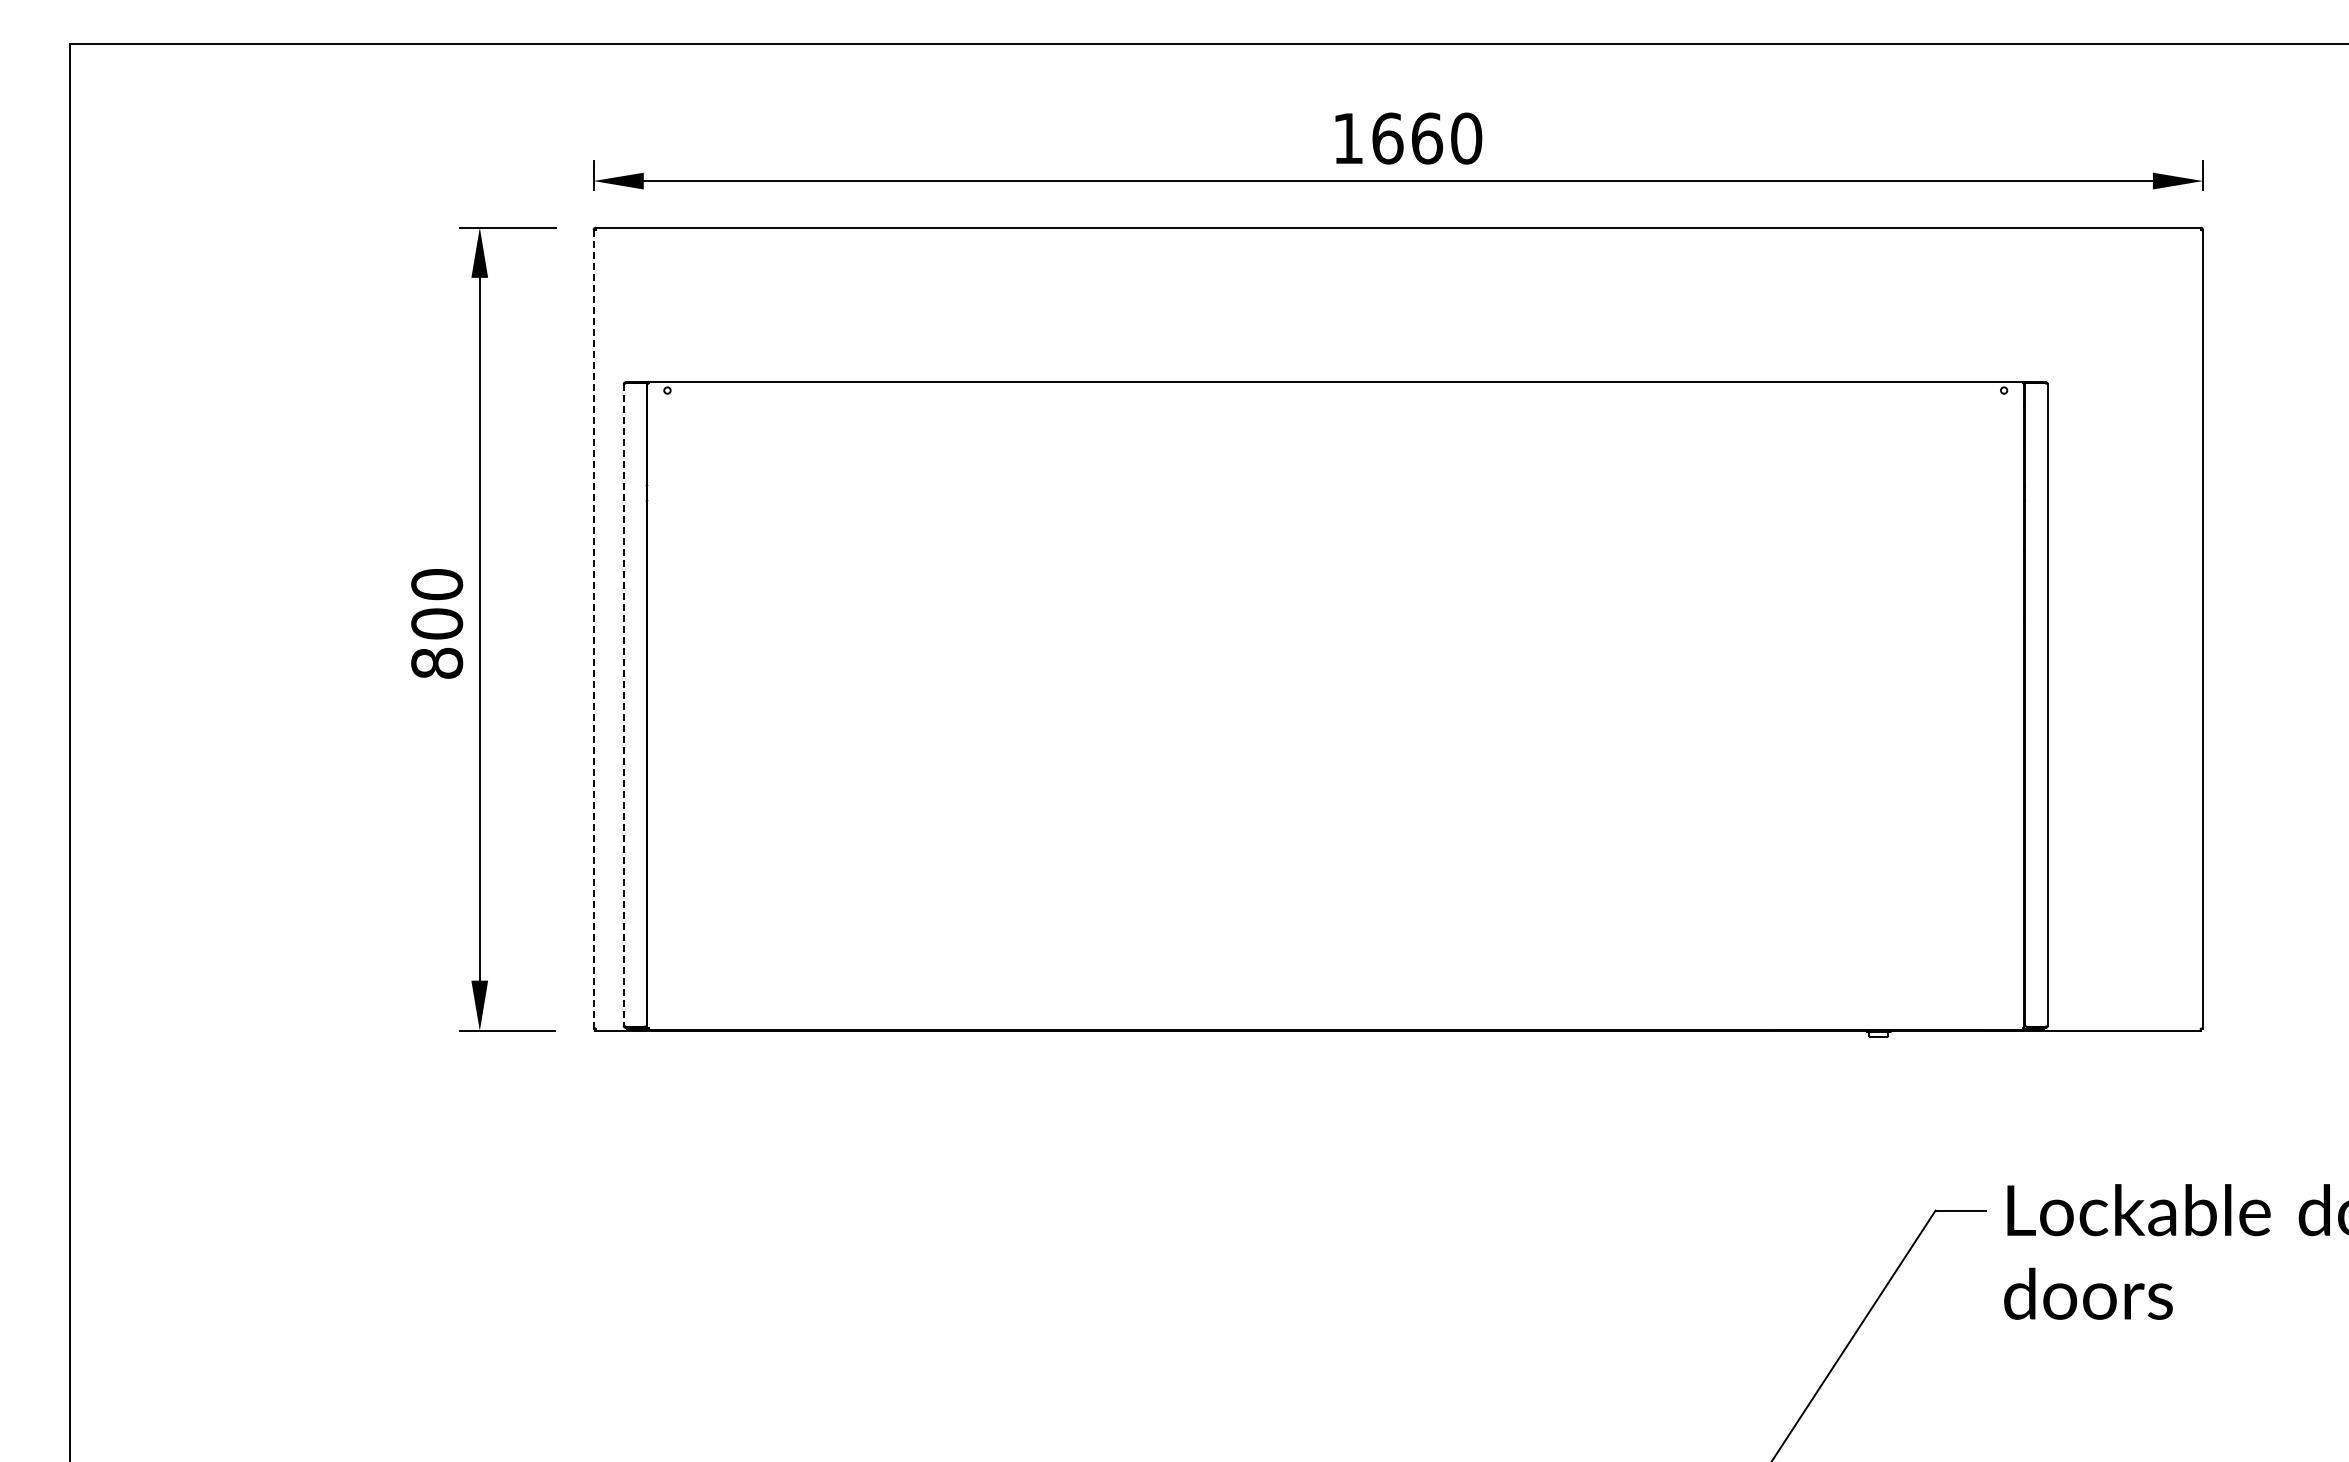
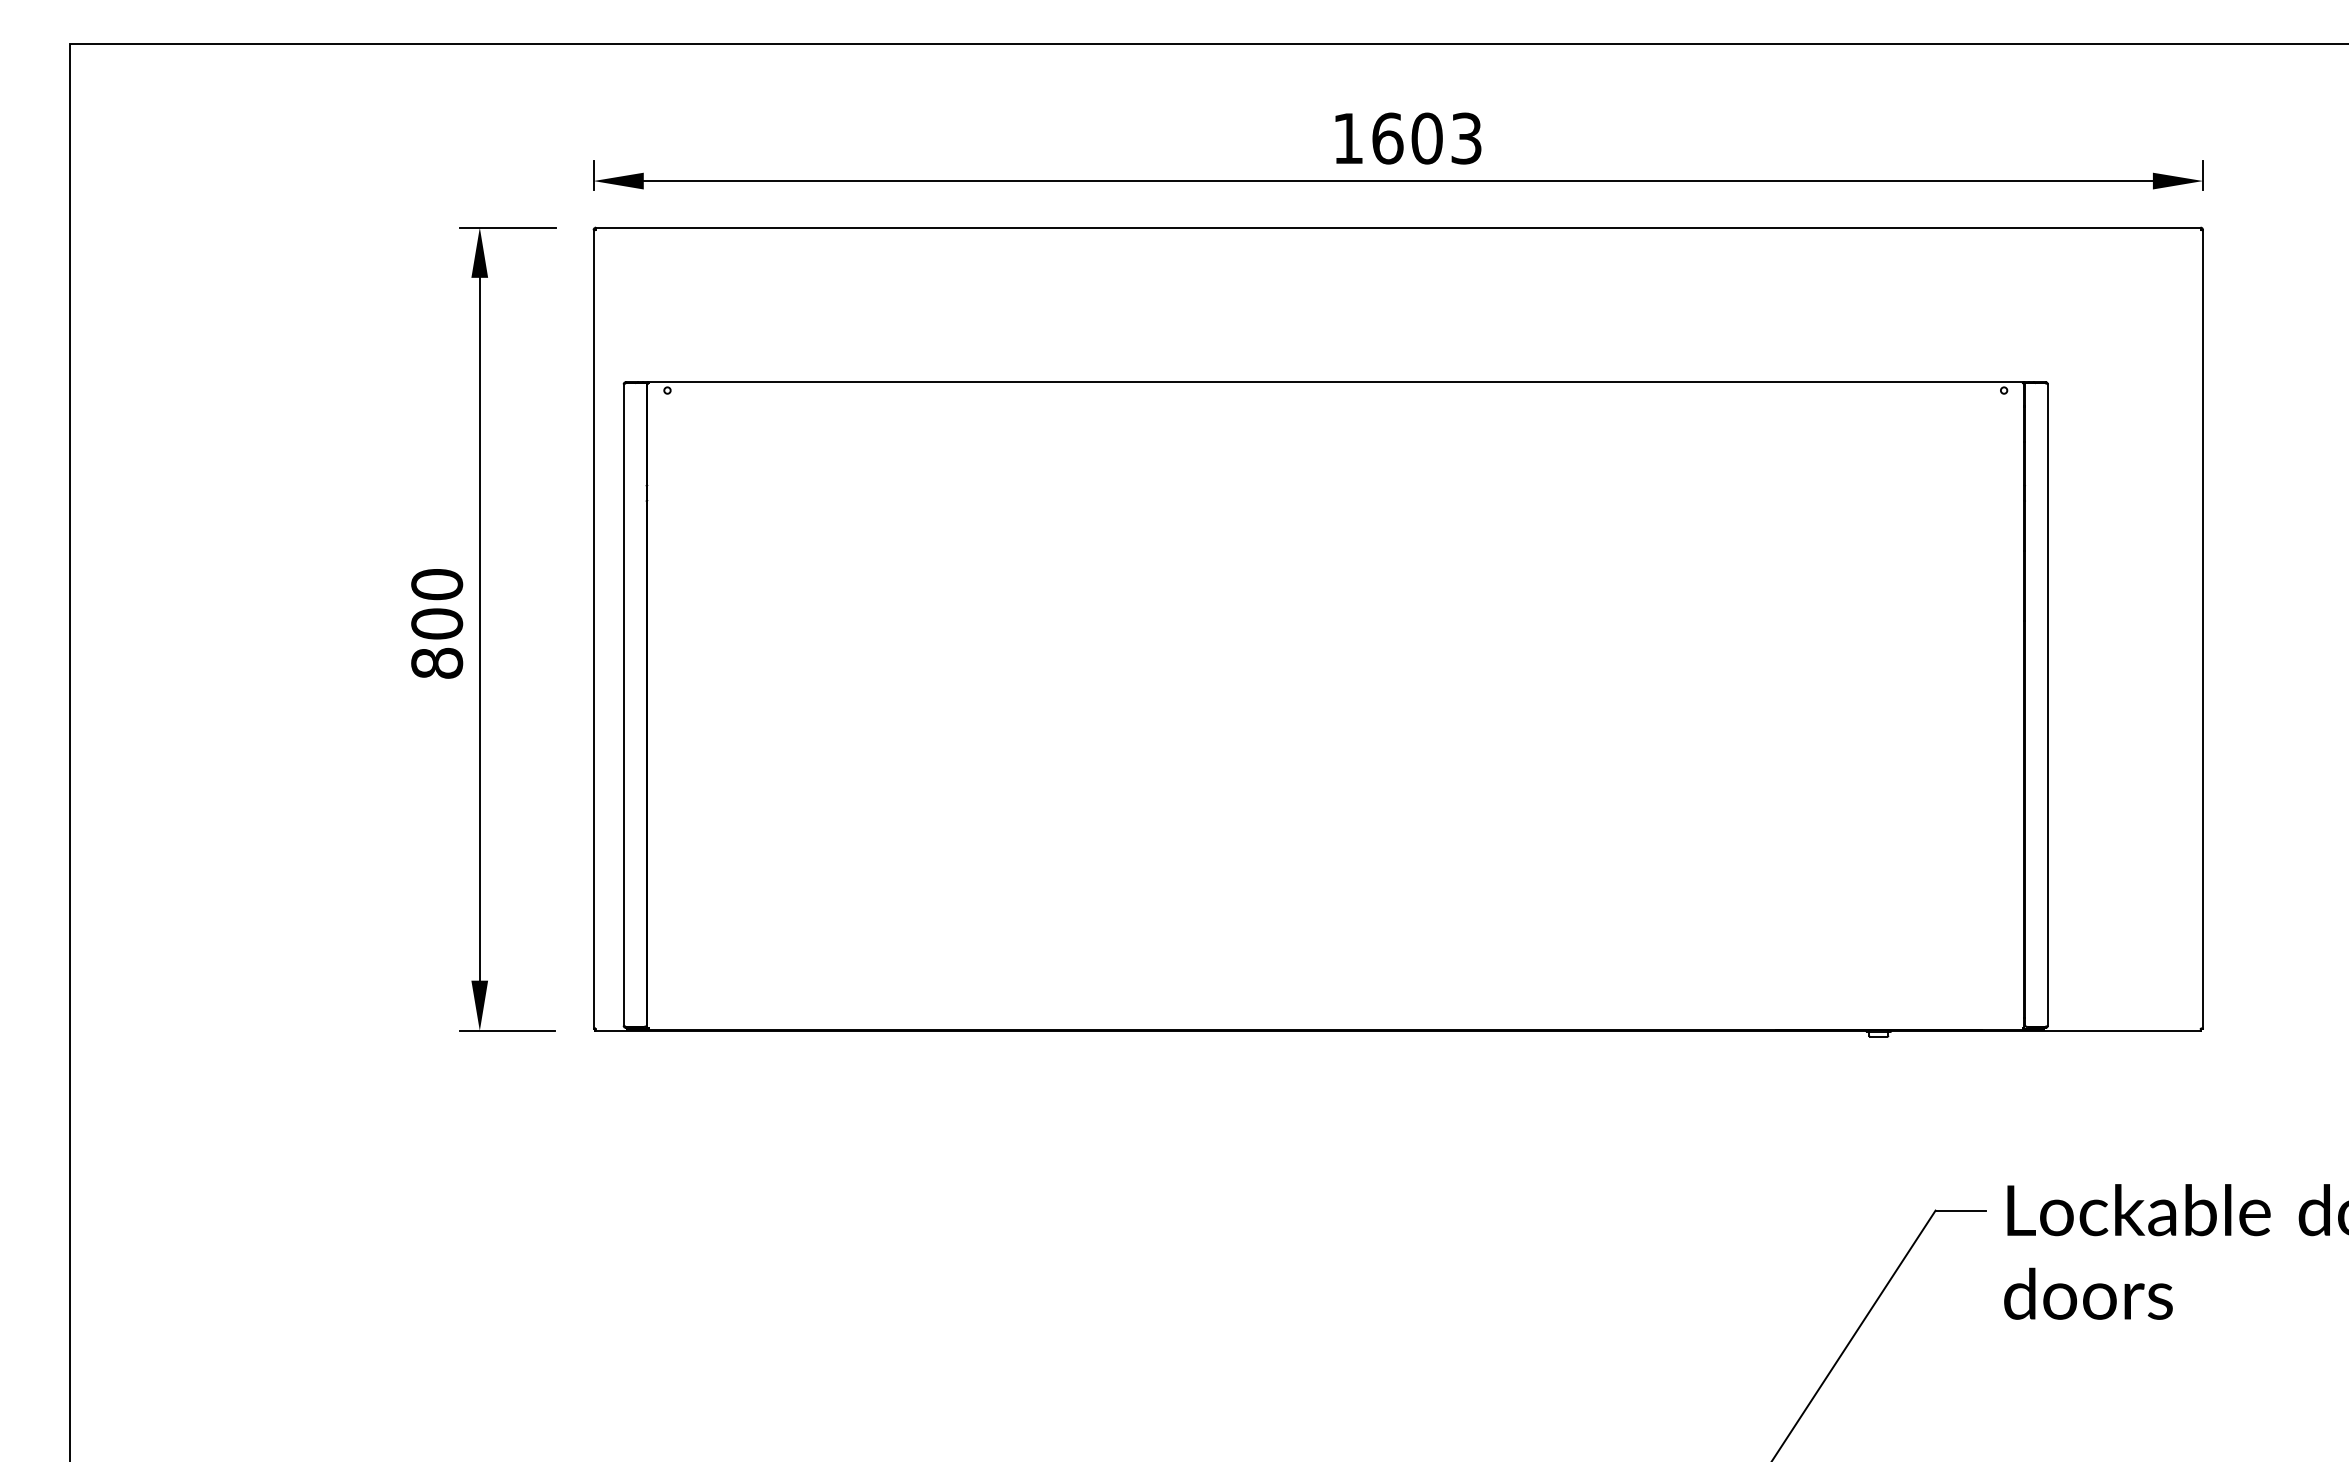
text at (1446, 138): 1660 -> 1603
line at (593, 629): dashed -> solid
line at (623, 705): dashed -> solid
